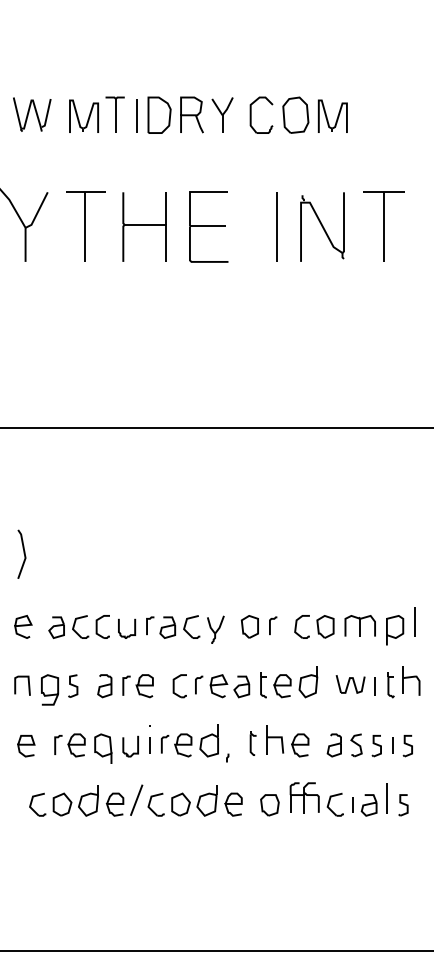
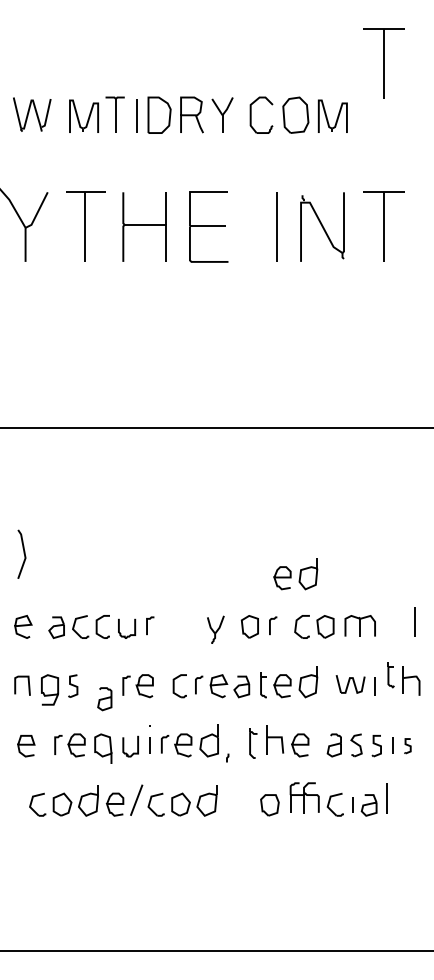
part at (383, 63): none -> present
part at (295, 574): none -> present
part at (179, 626): present -> none
curve at (399, 634): present -> none
part at (390, 685) position: (390, 685) -> (390, 675)
part at (104, 686) position: (104, 686) -> (104, 699)
part at (252, 743) size: 8x25 px -> 9x31 px
part at (407, 746) size: 11x23 px -> 8x17 px
curve at (233, 804): present -> none
part at (403, 805): present -> none
